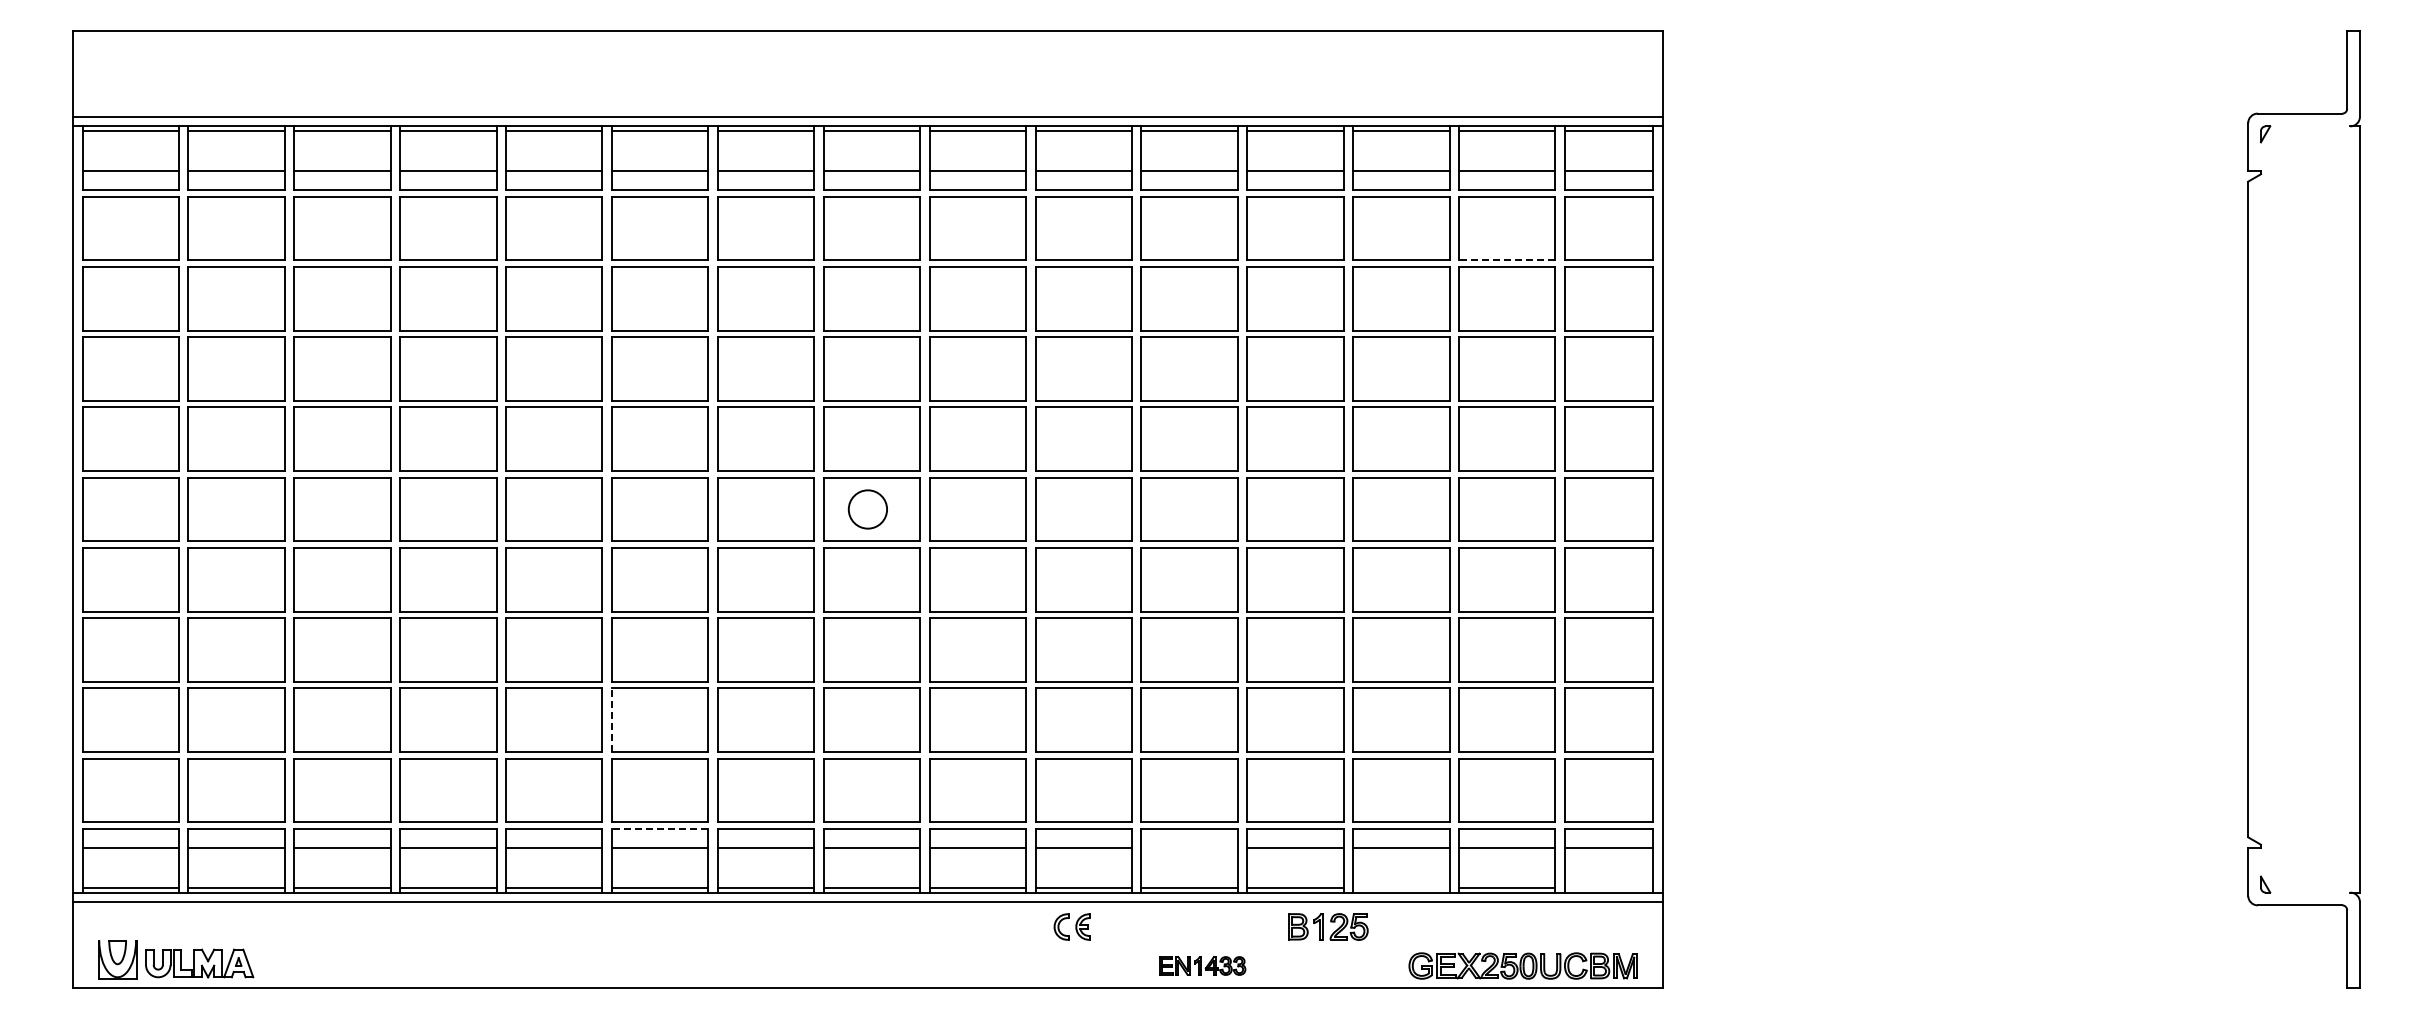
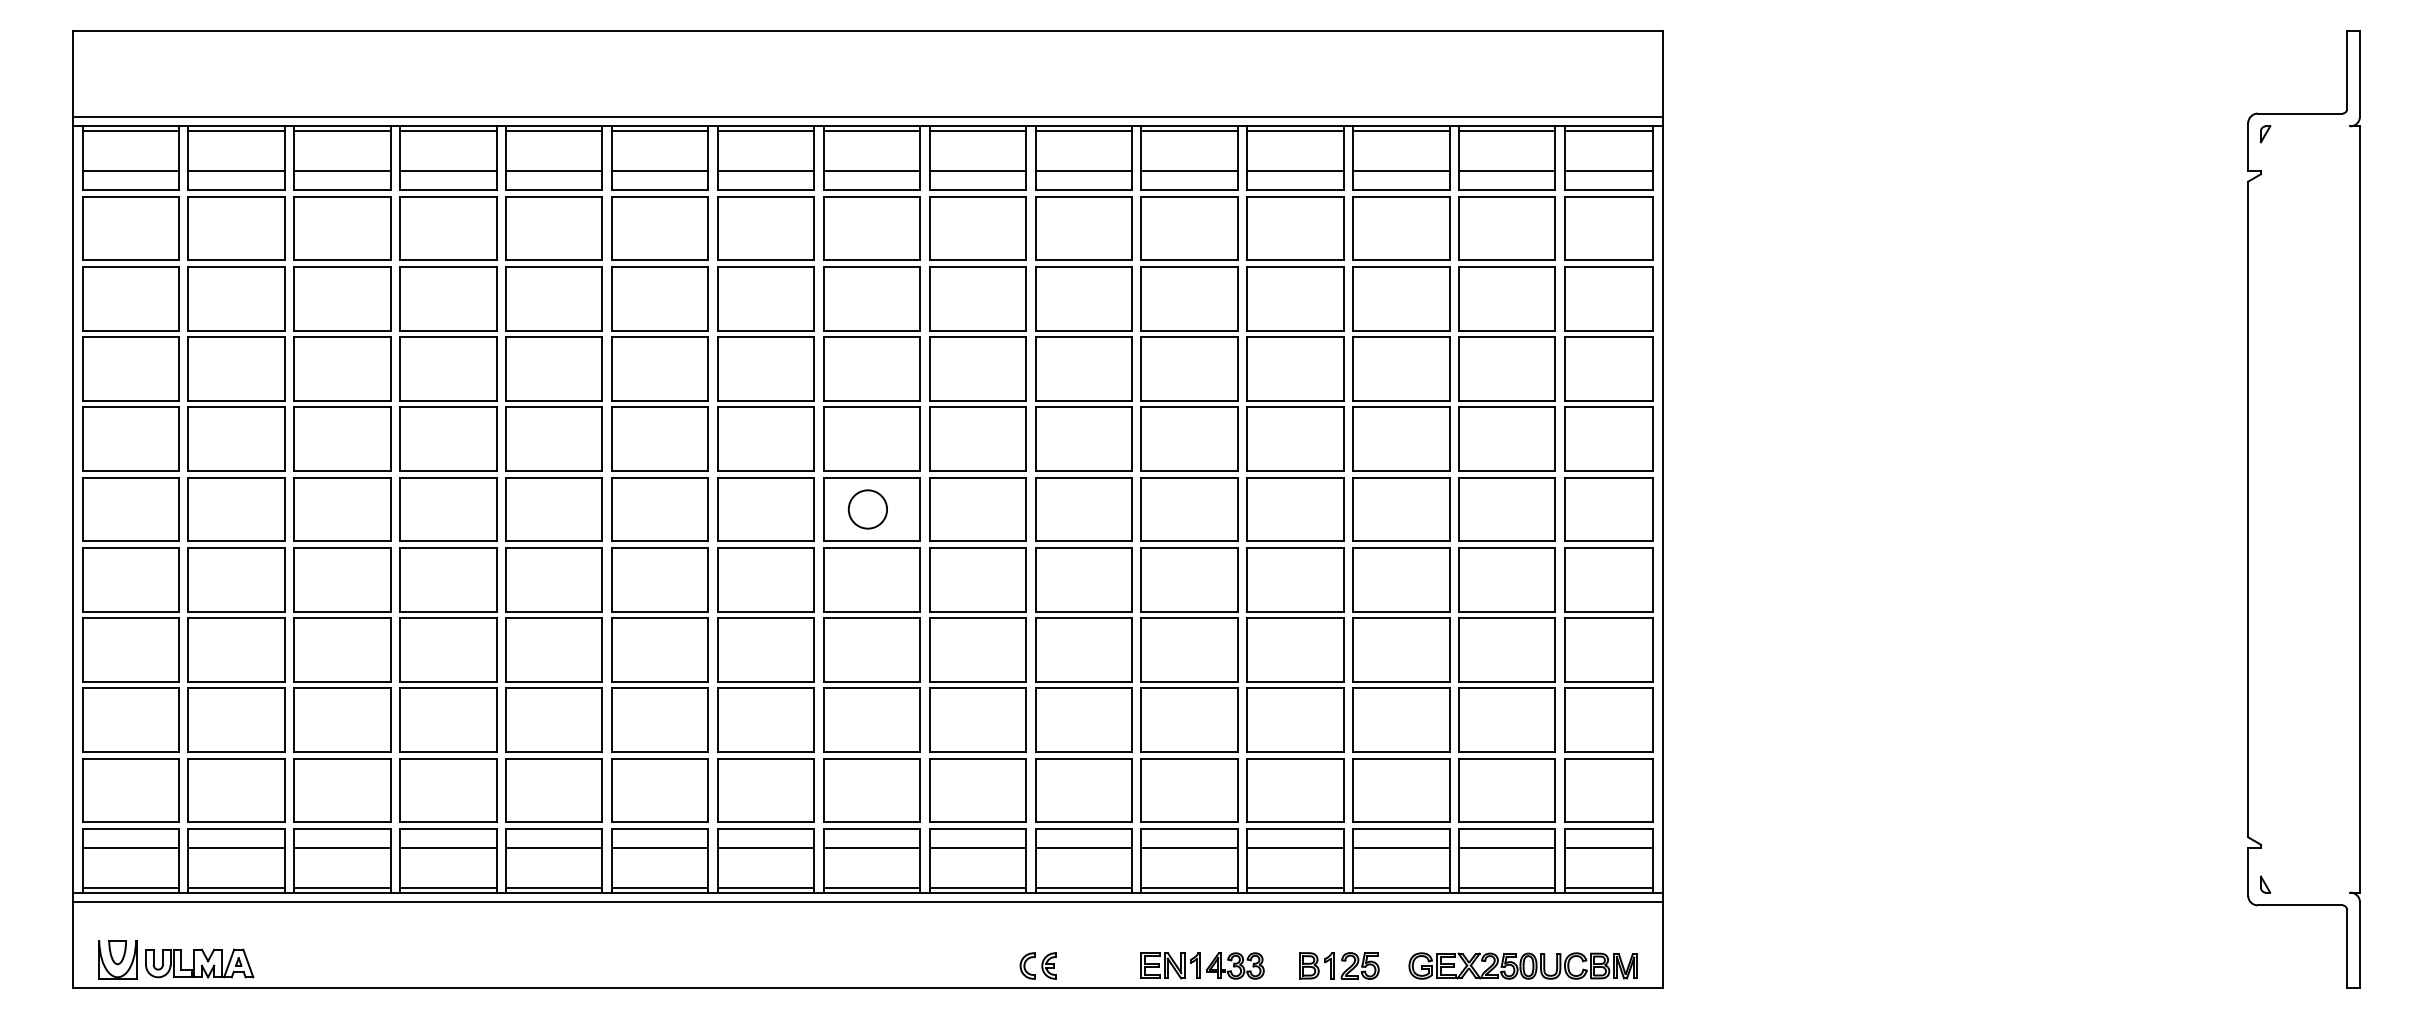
line at (1506, 260): dashed -> solid
line at (611, 720): dashed -> solid
line at (659, 828): dashed -> solid
line at (1189, 847): none -> present
line at (1401, 887): none -> present
line at (1608, 887): none -> present
part at (1071, 926) position: (1071, 926) -> (1037, 965)
part at (1328, 926) position: (1328, 926) -> (1339, 965)
part at (1202, 965) size: 88x20 px -> 125x28 px
